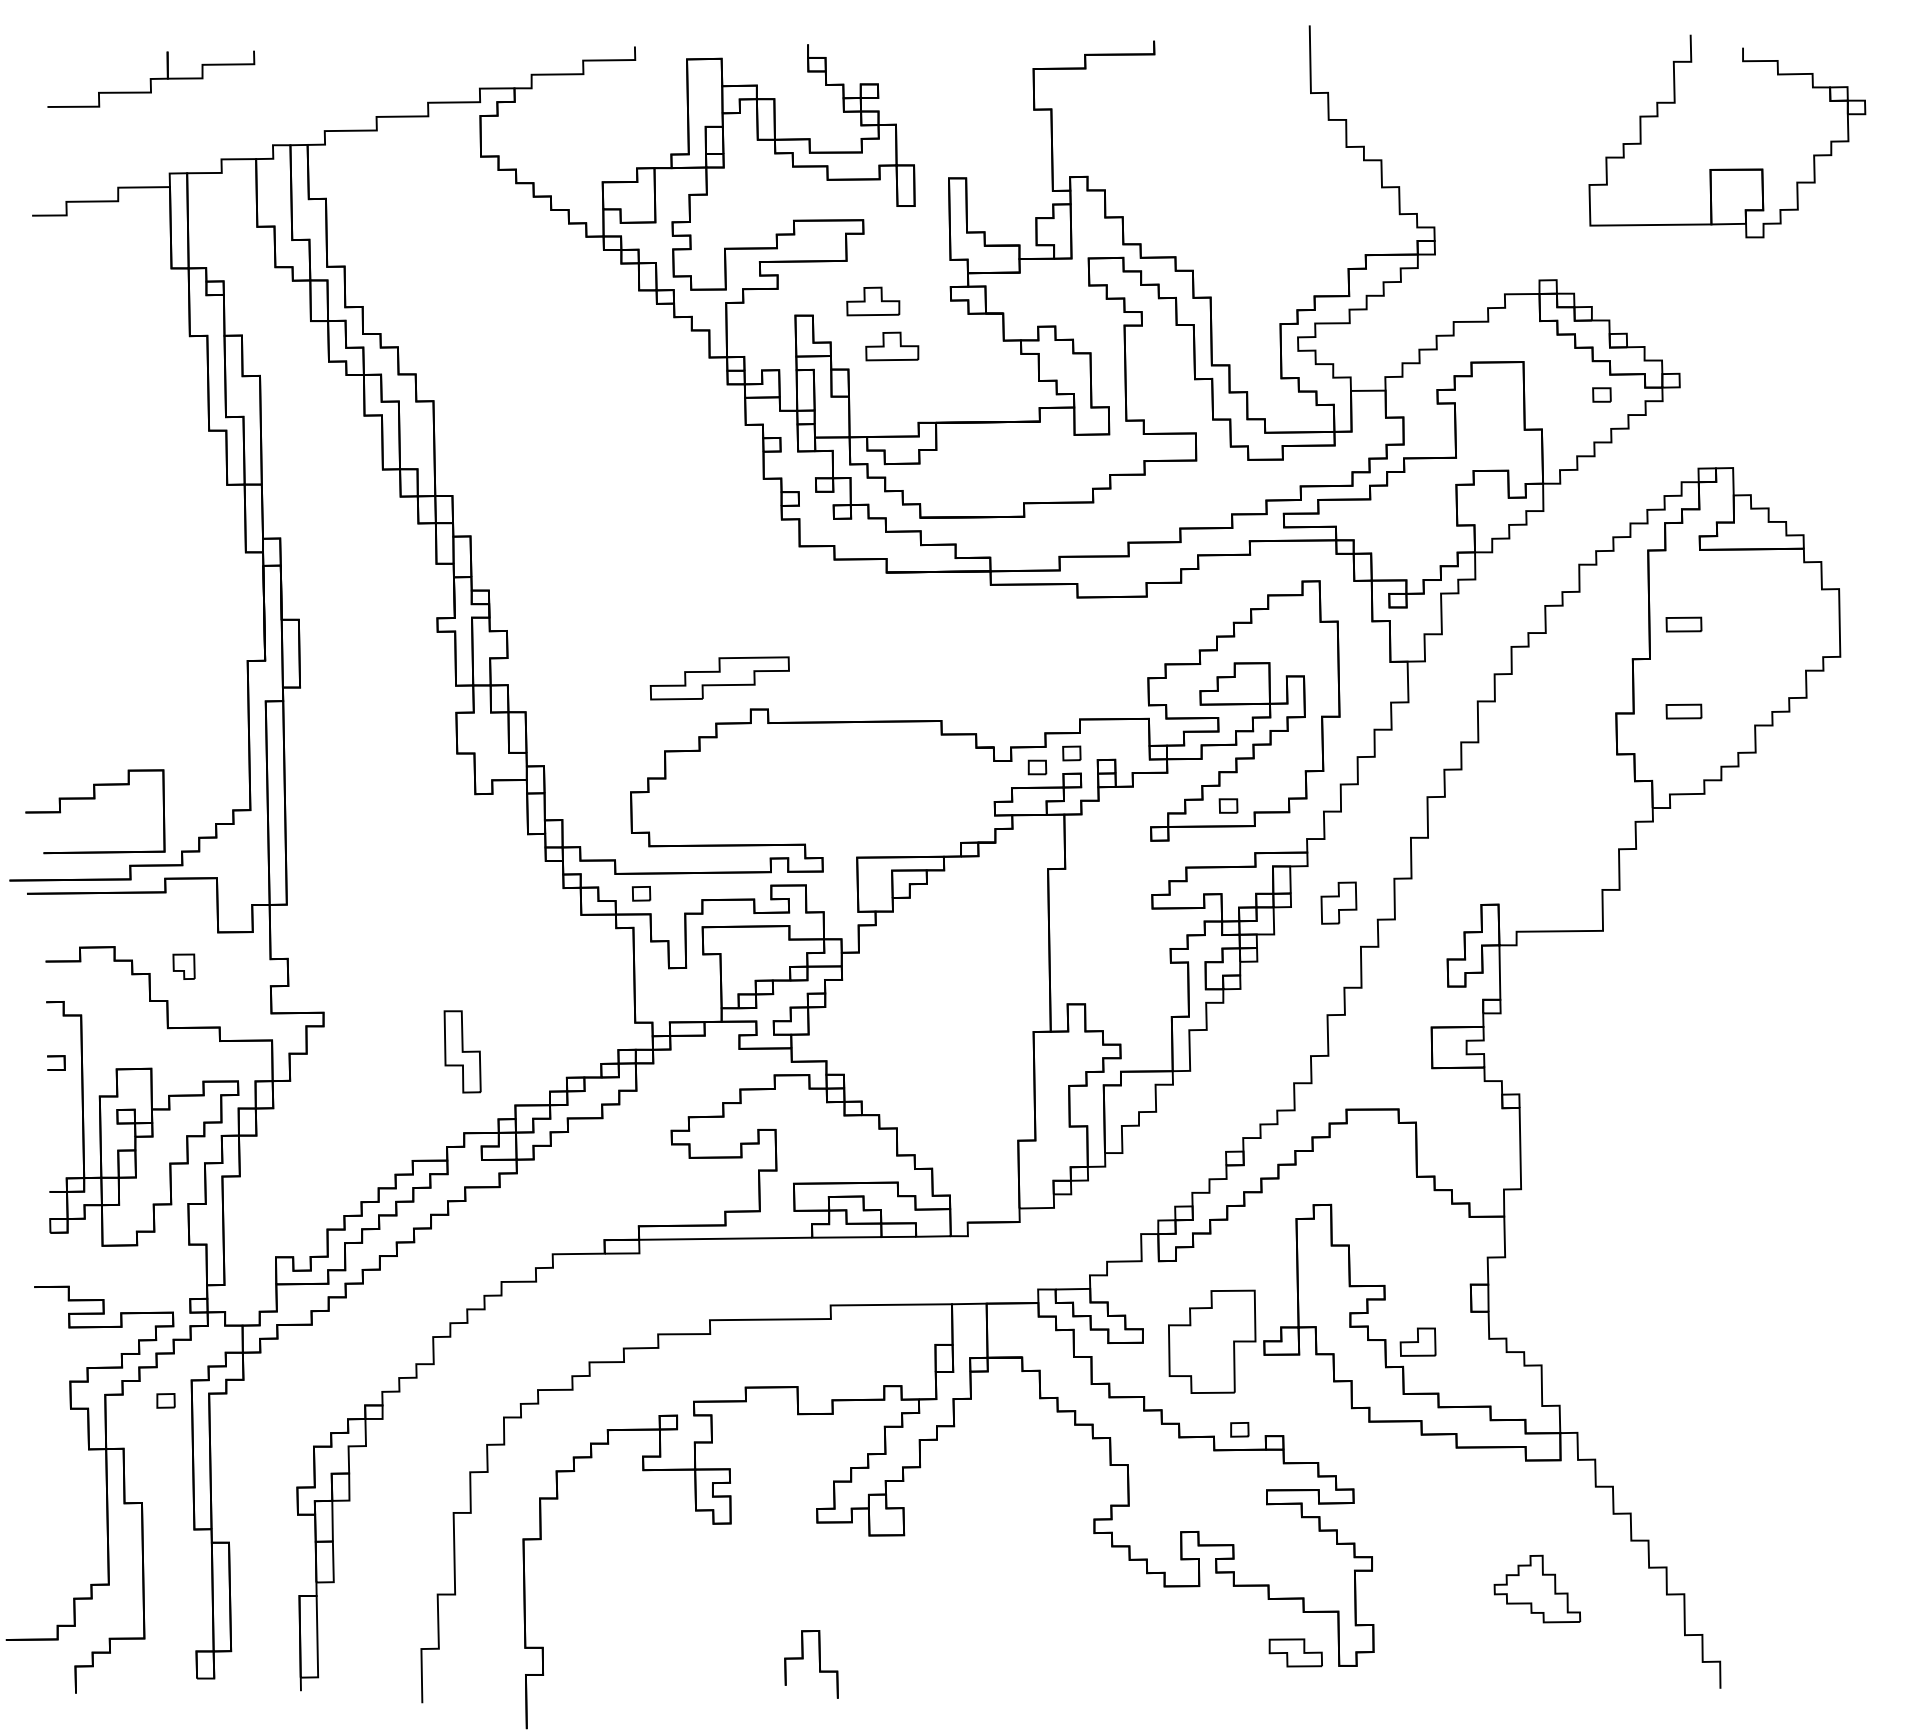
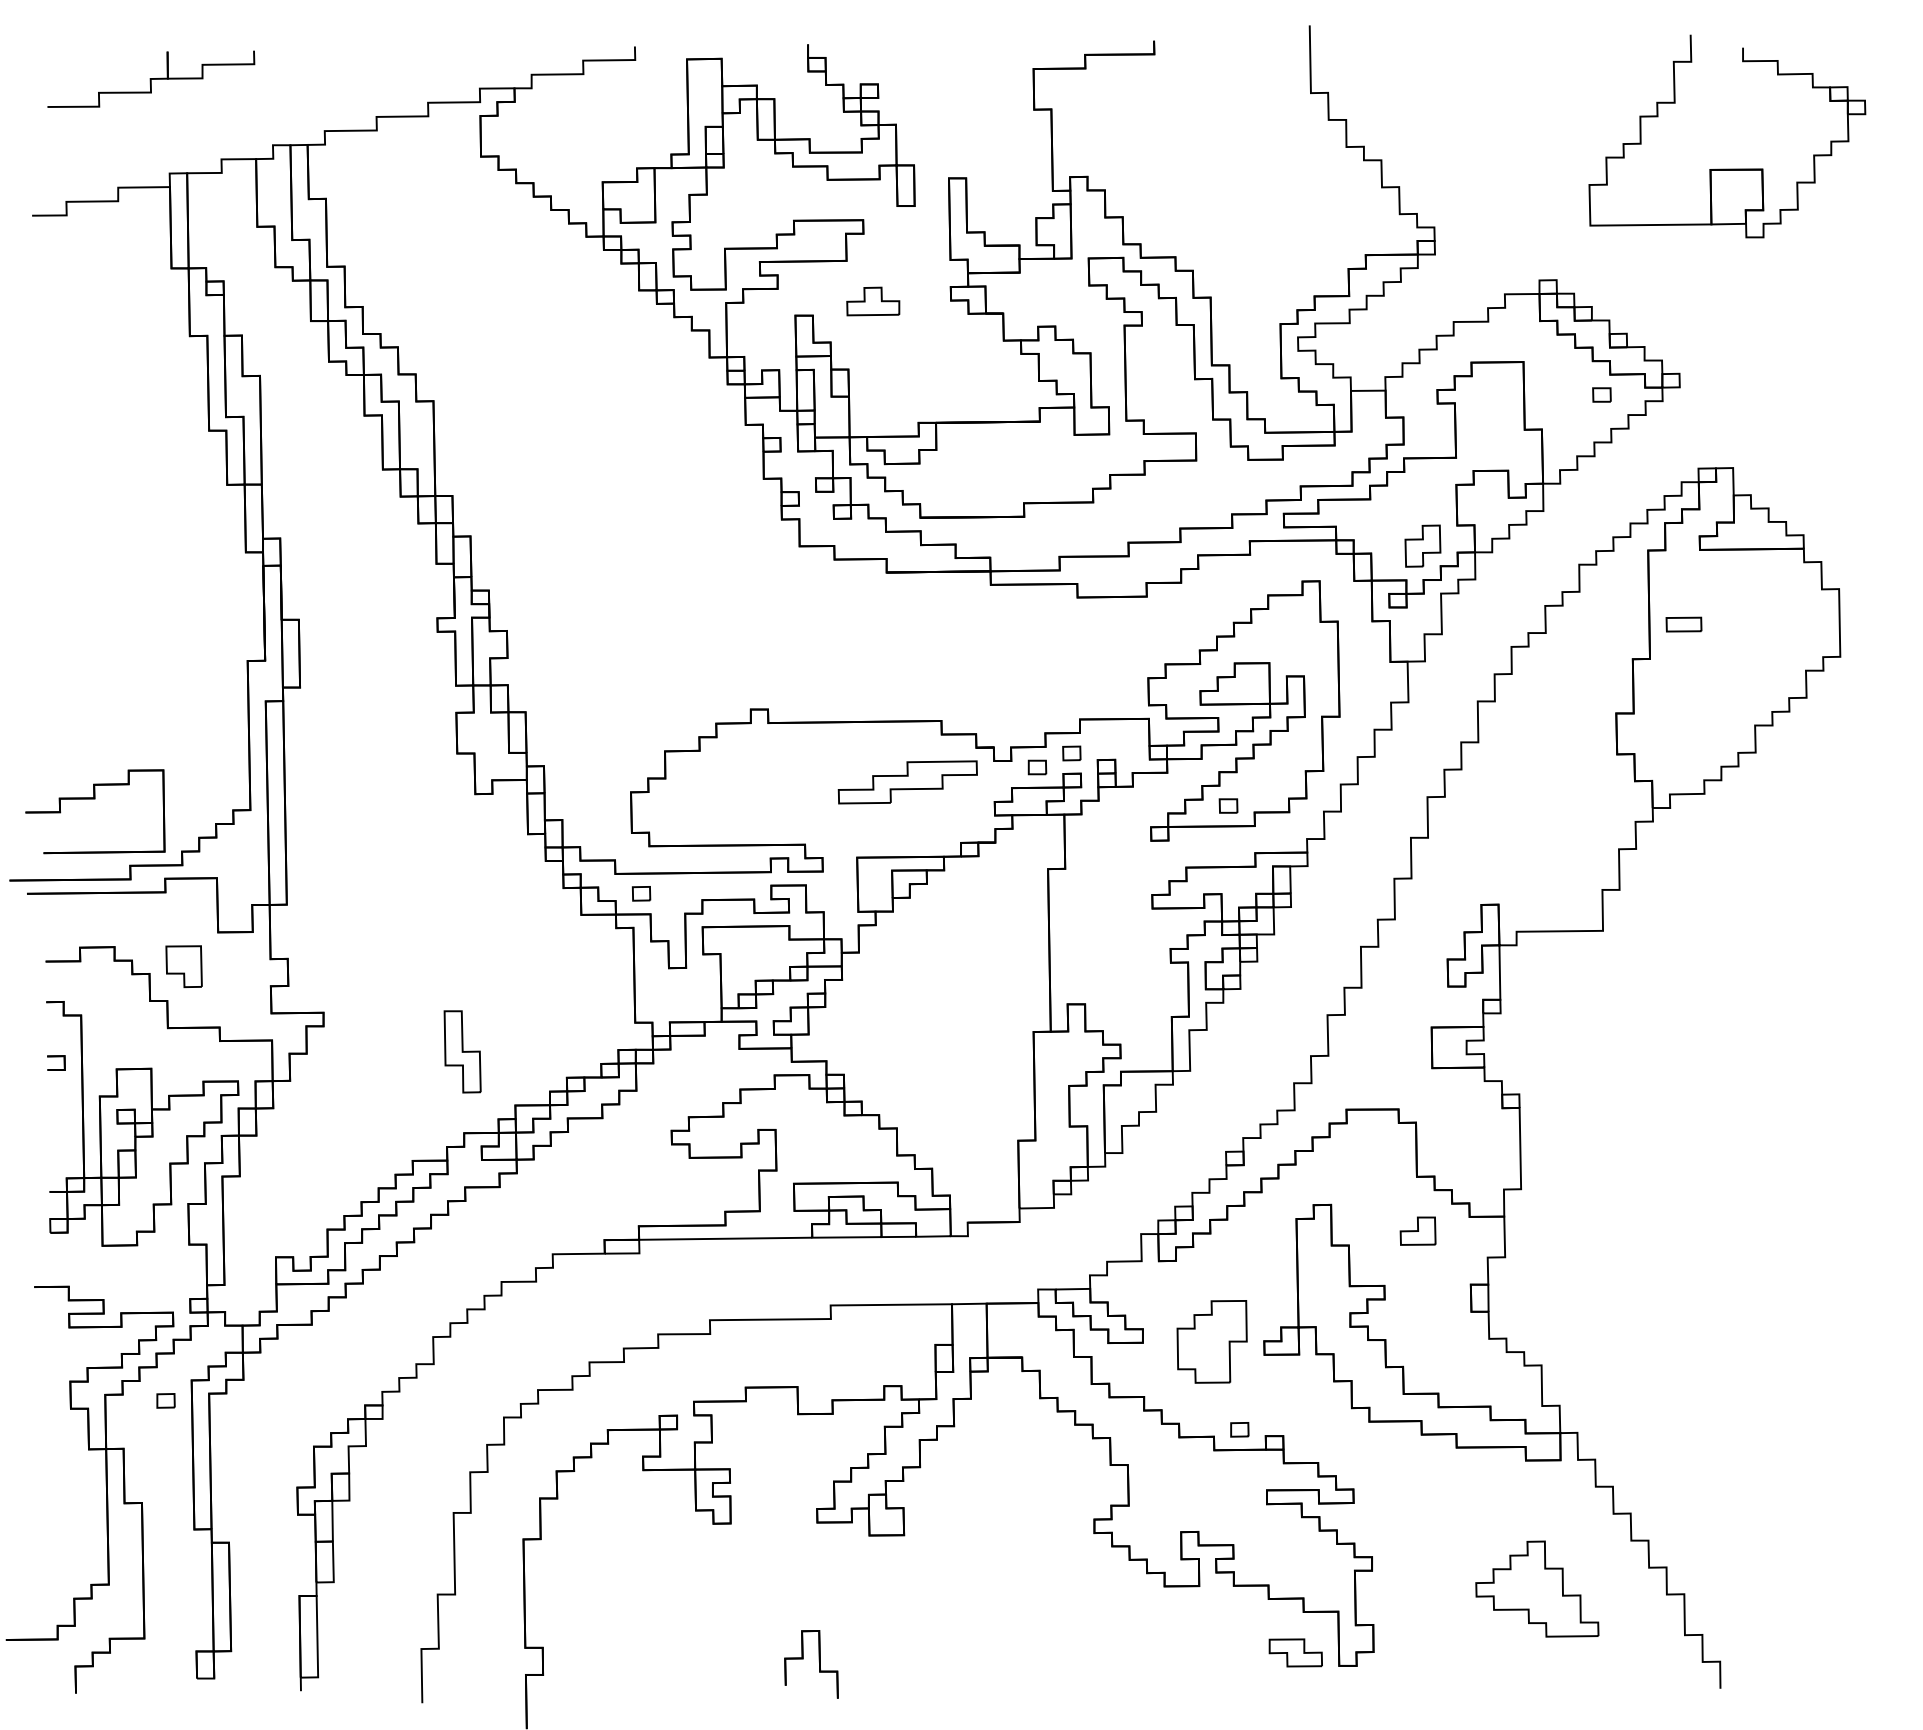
part at (892, 346): present -> none
part at (719, 678) position: (719, 678) -> (907, 782)
part at (1683, 711): present -> none
part at (1338, 902) position: (1338, 902) -> (1422, 545)
part at (183, 966) size: 24x27 px -> 38x44 px
part at (1212, 1341) size: 89x105 px -> 72x84 px
part at (1417, 1341) position: (1417, 1341) -> (1417, 1230)
part at (1537, 1588) size: 89x70 px -> 125x98 px
